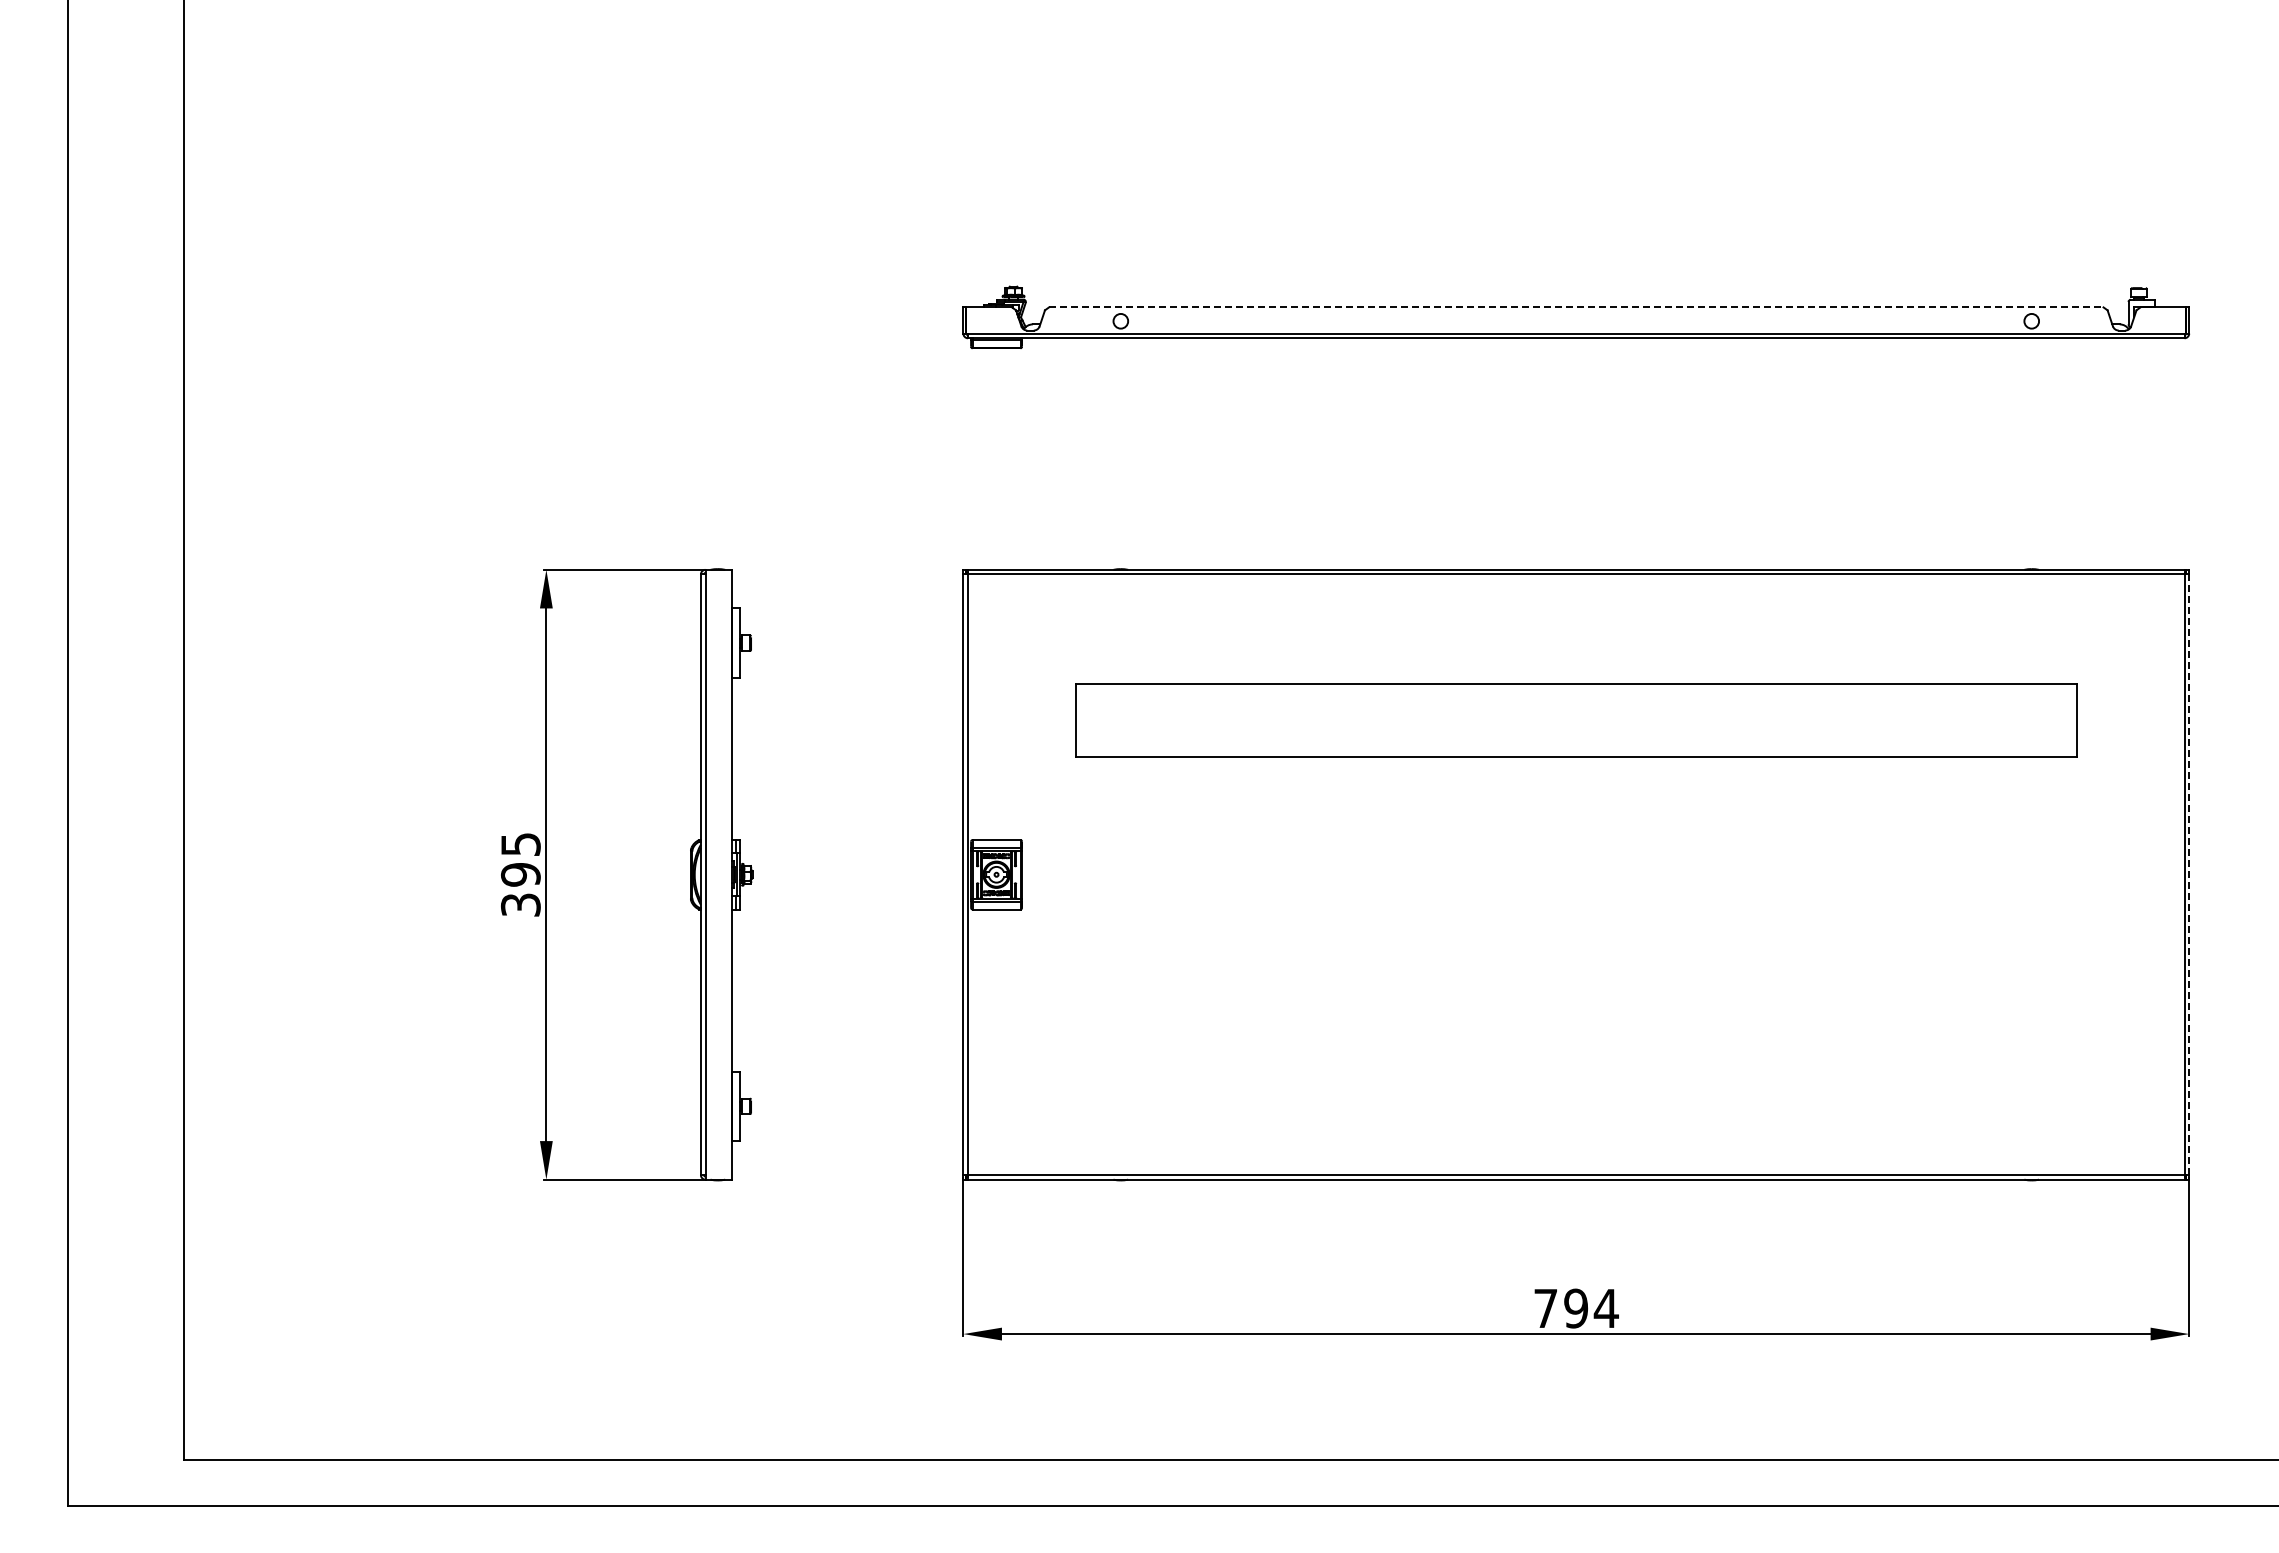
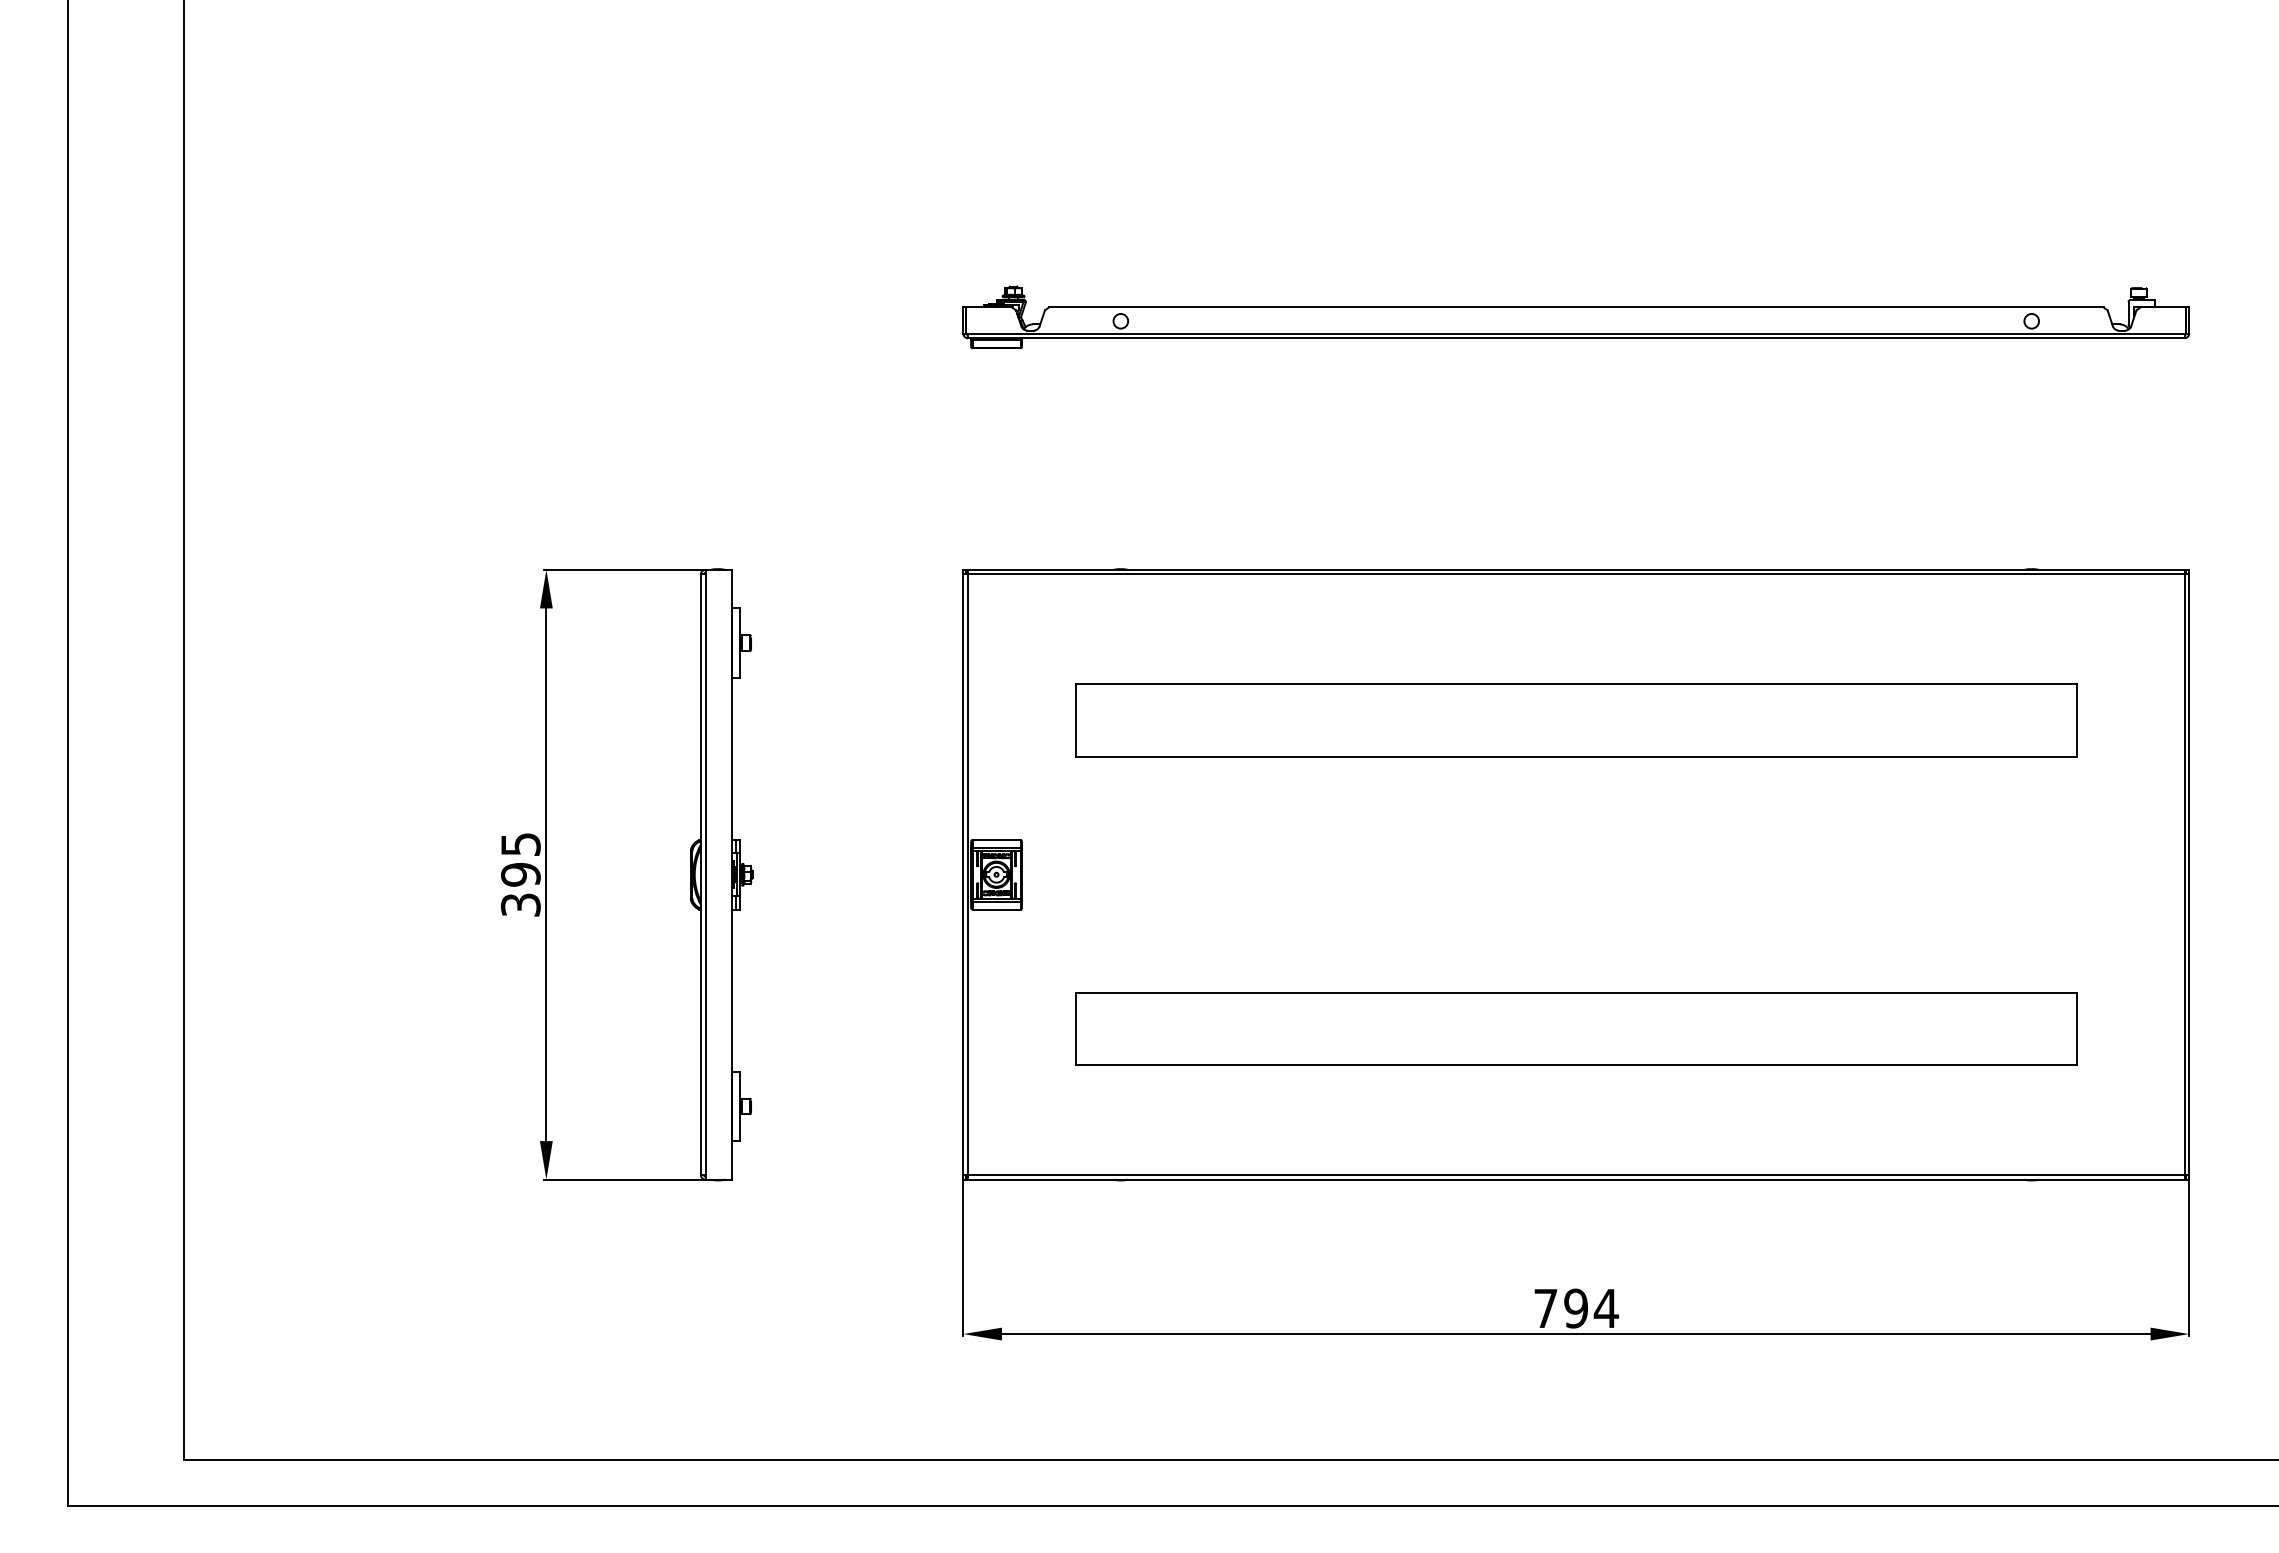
line at (1576, 307): dashed -> solid
line at (2189, 874): dashed -> solid
part at (1576, 1028): none -> present
